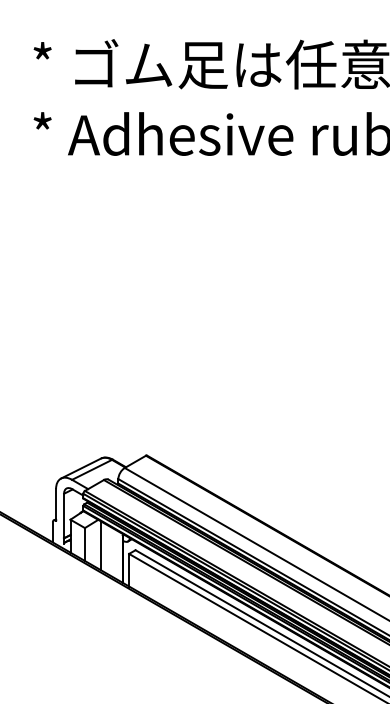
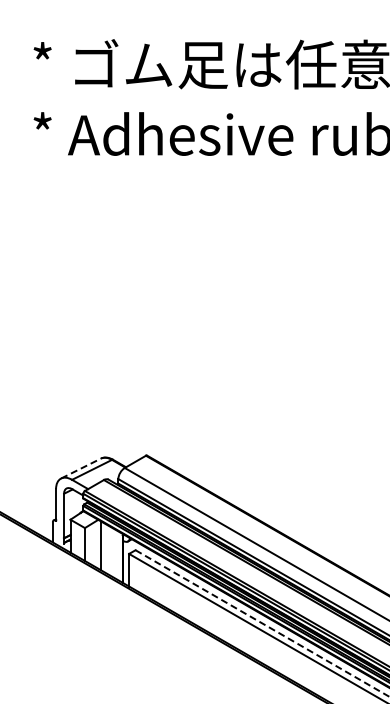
line at (81, 468): solid -> dashed
line at (262, 623): solid -> dashed
